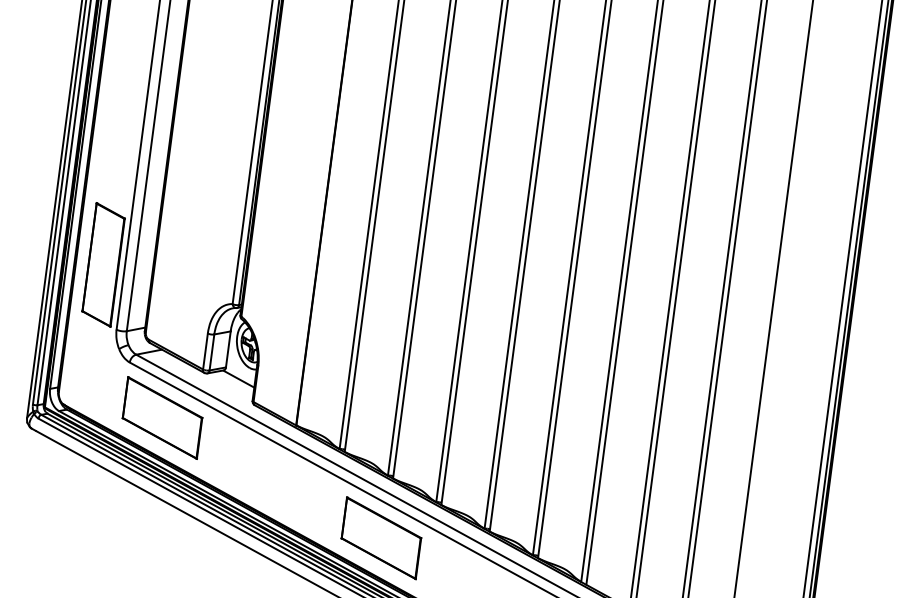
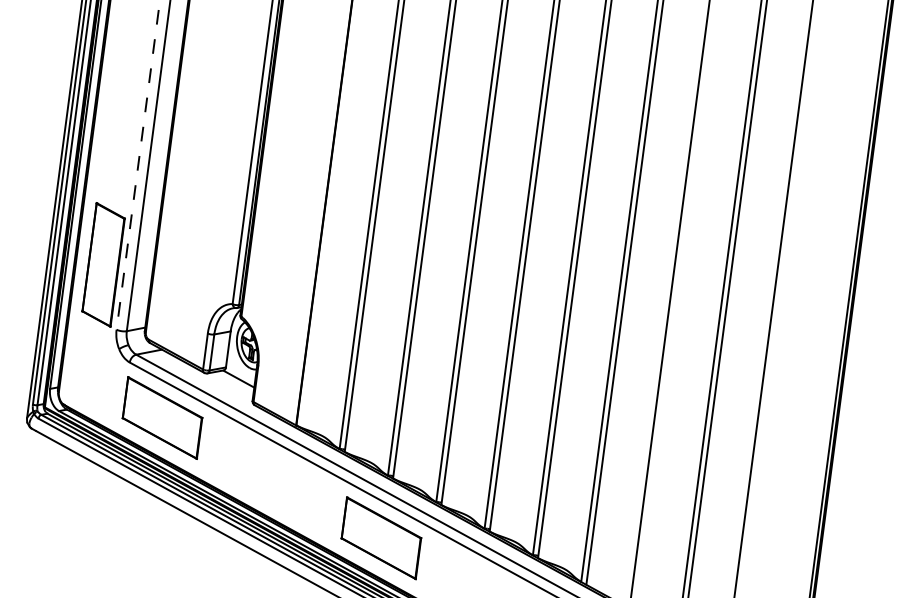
line at (138, 165): solid -> dashed
line at (675, 298): present -> none
line at (842, 298): present -> none
